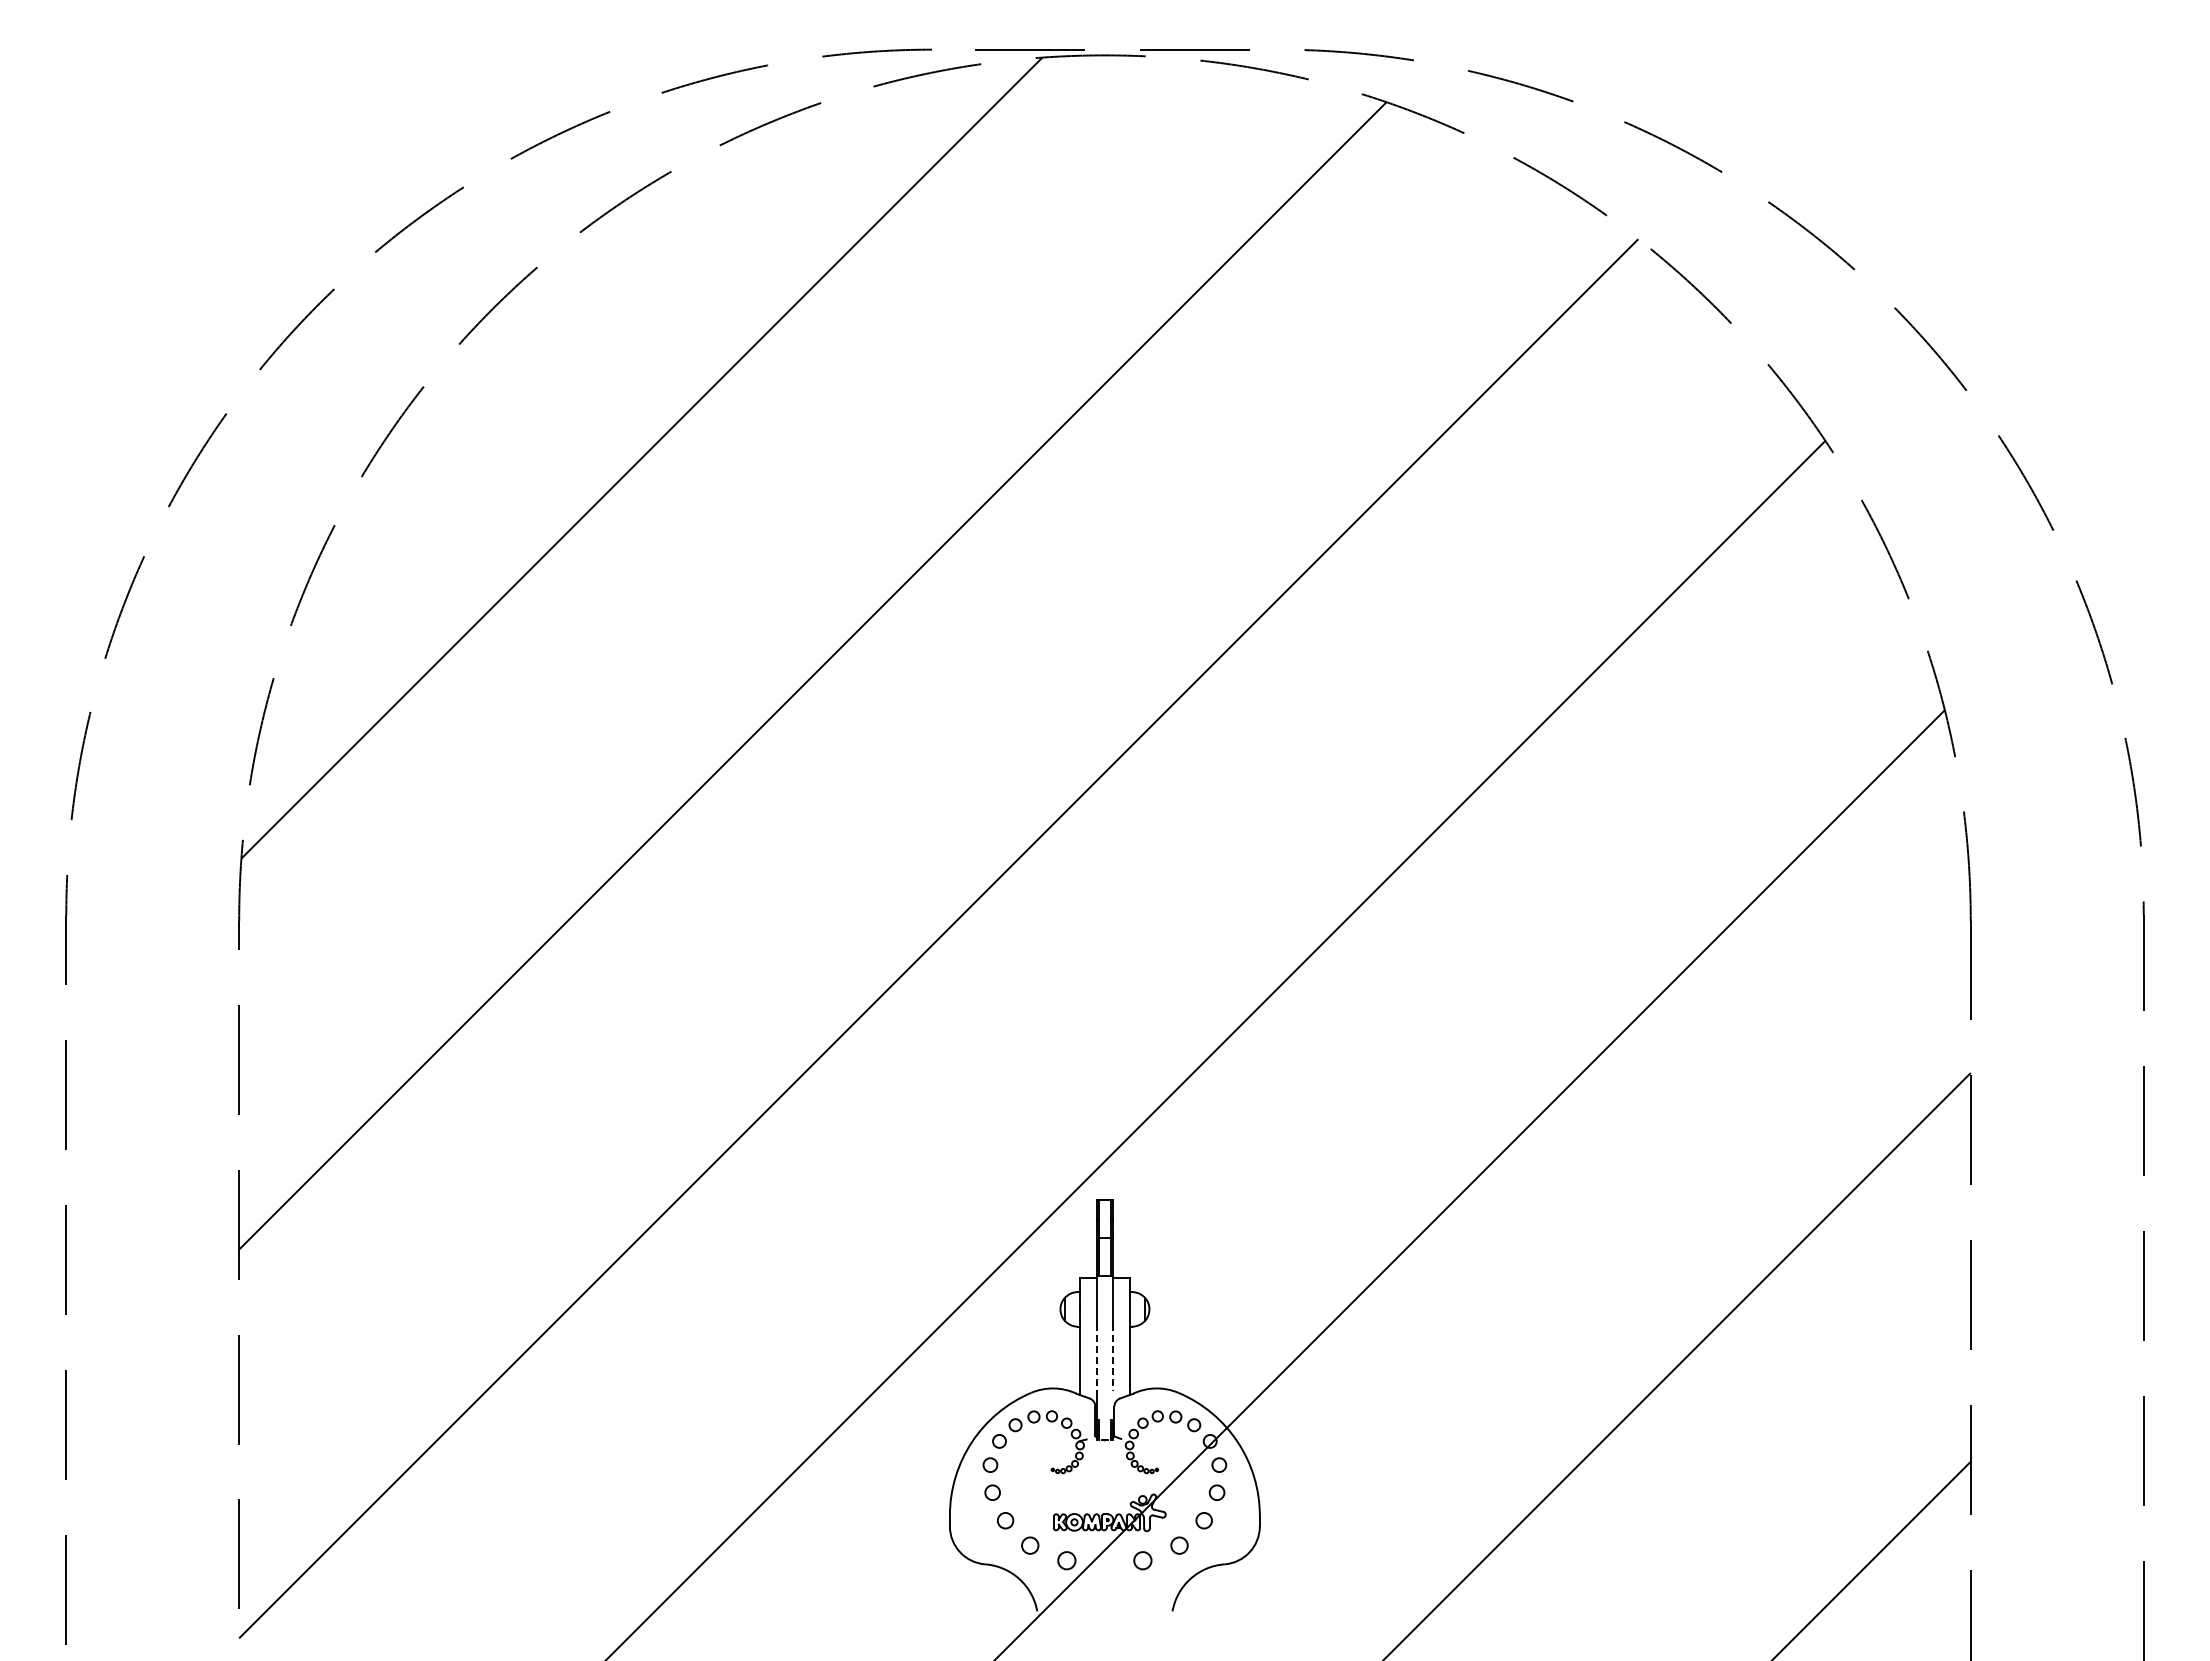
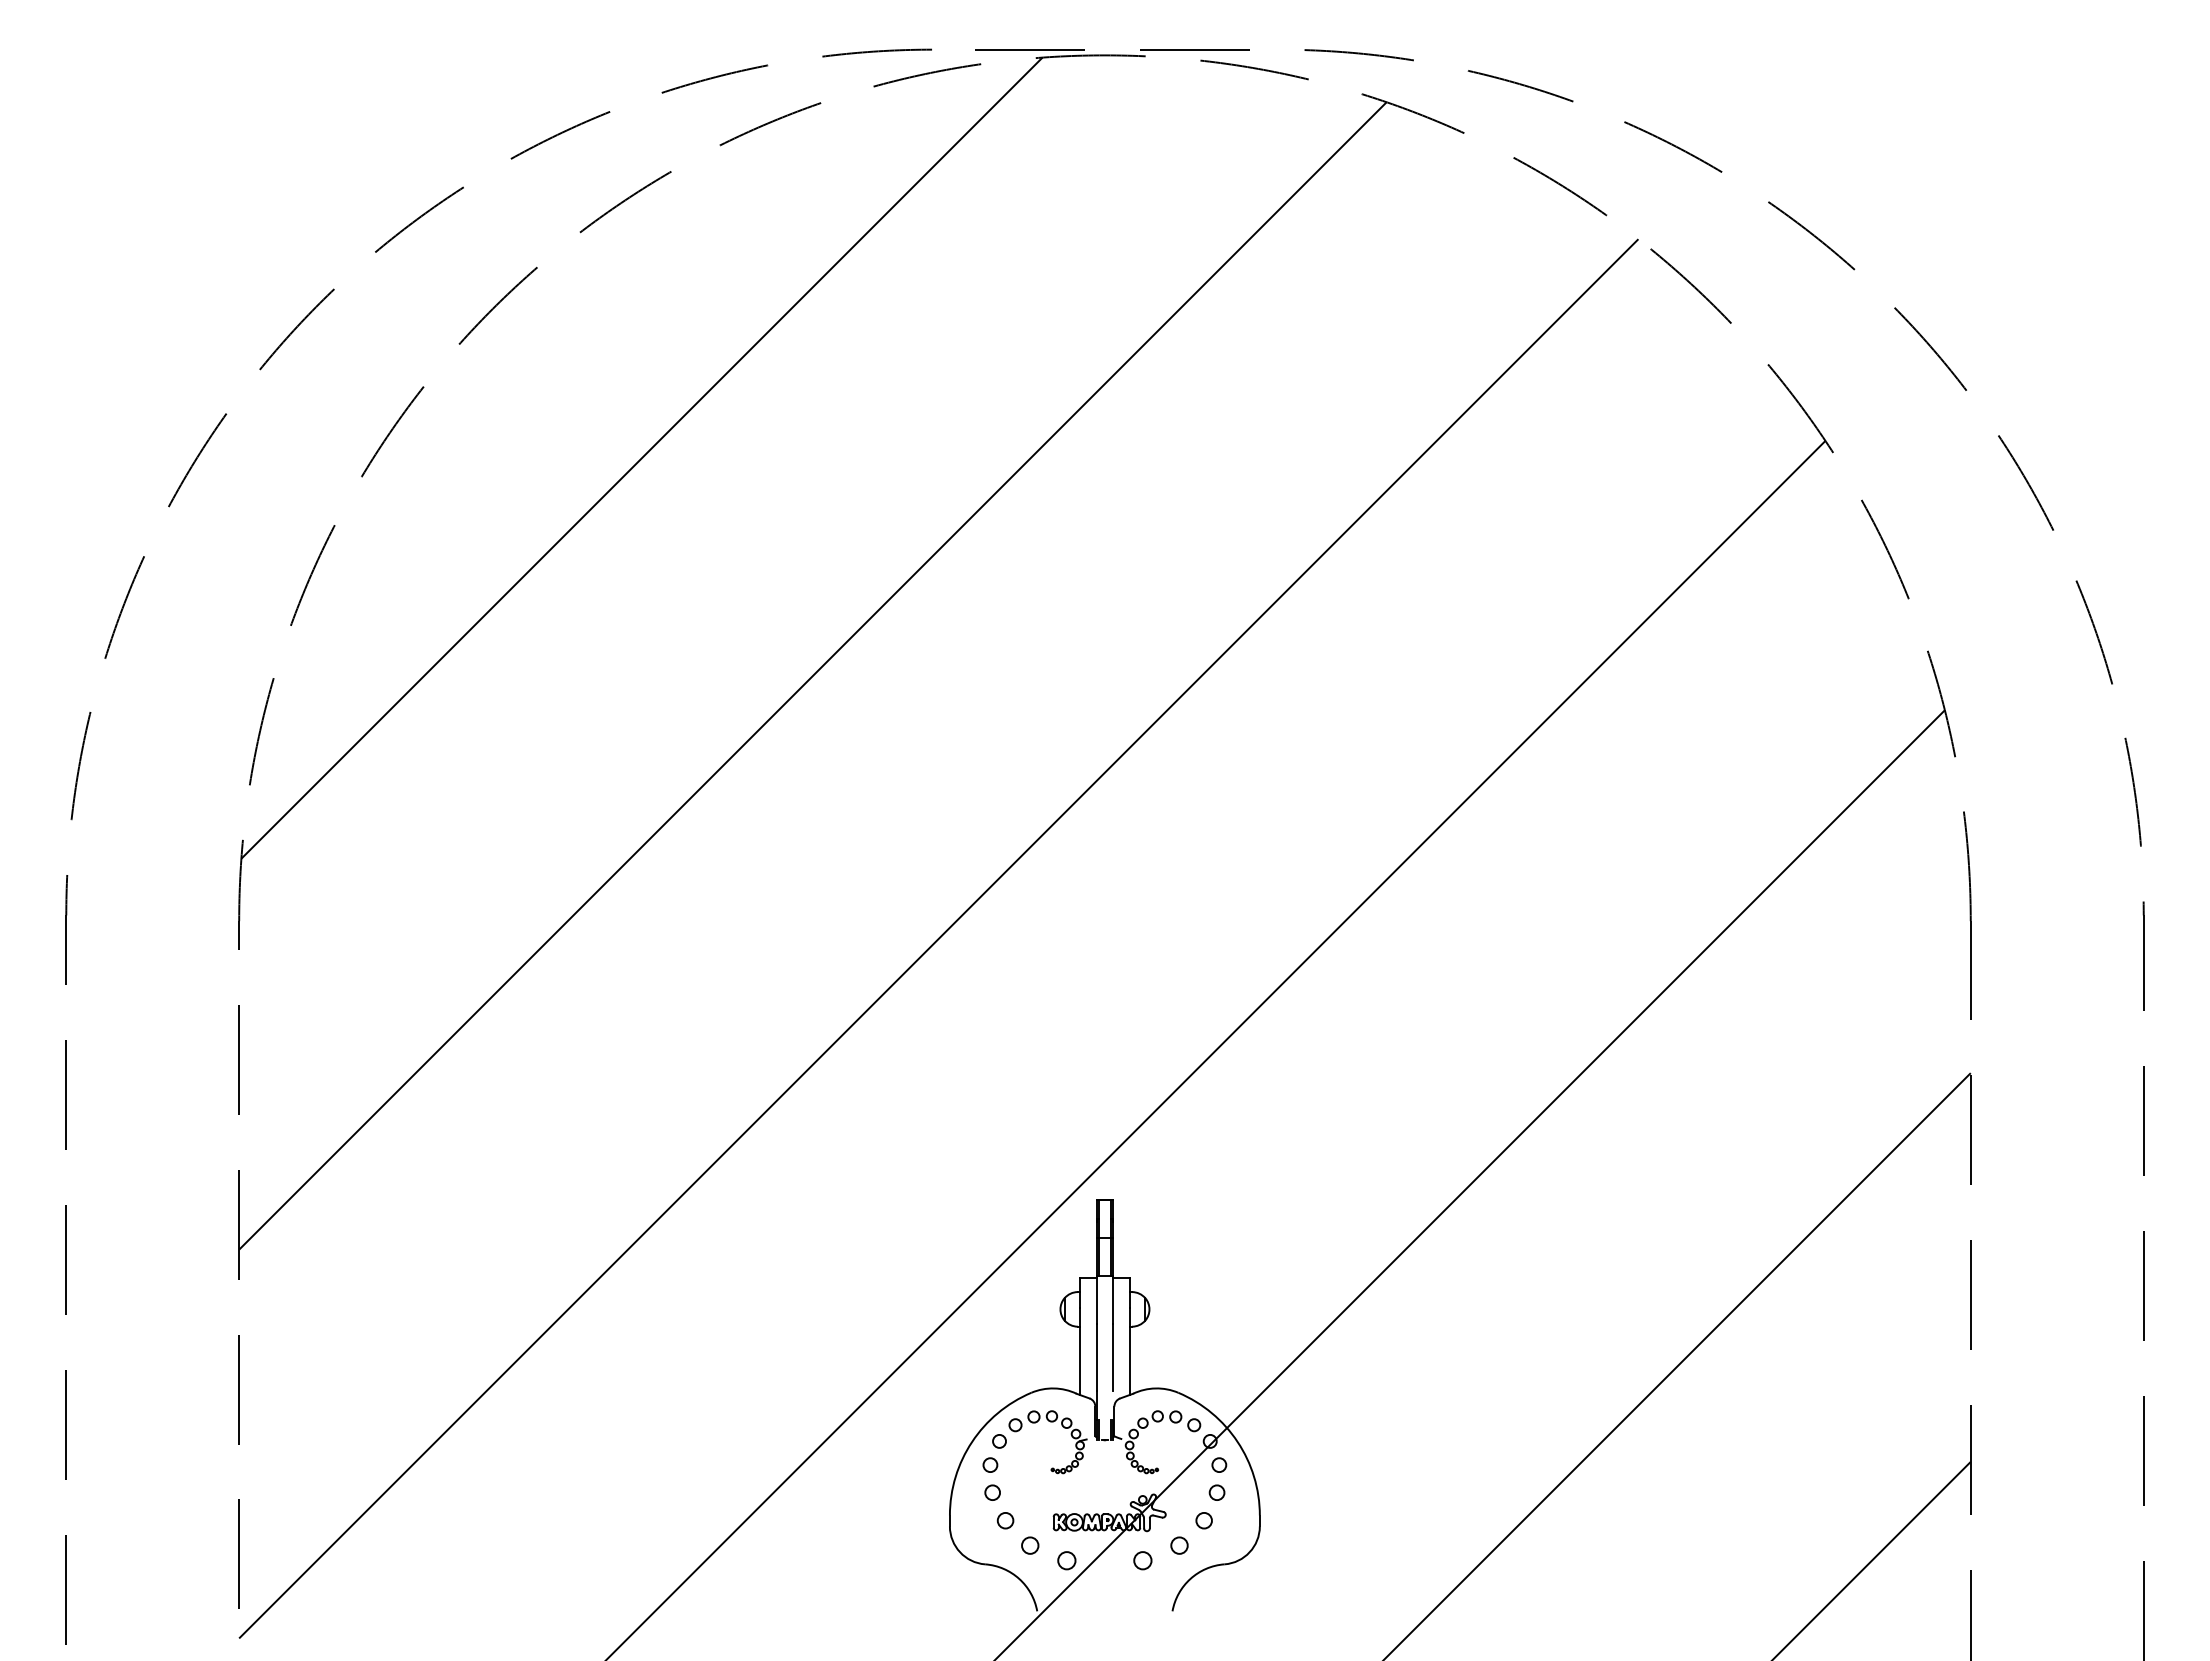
line at (1096, 1357): dashed -> solid
line at (1113, 1357): dashed -> solid
